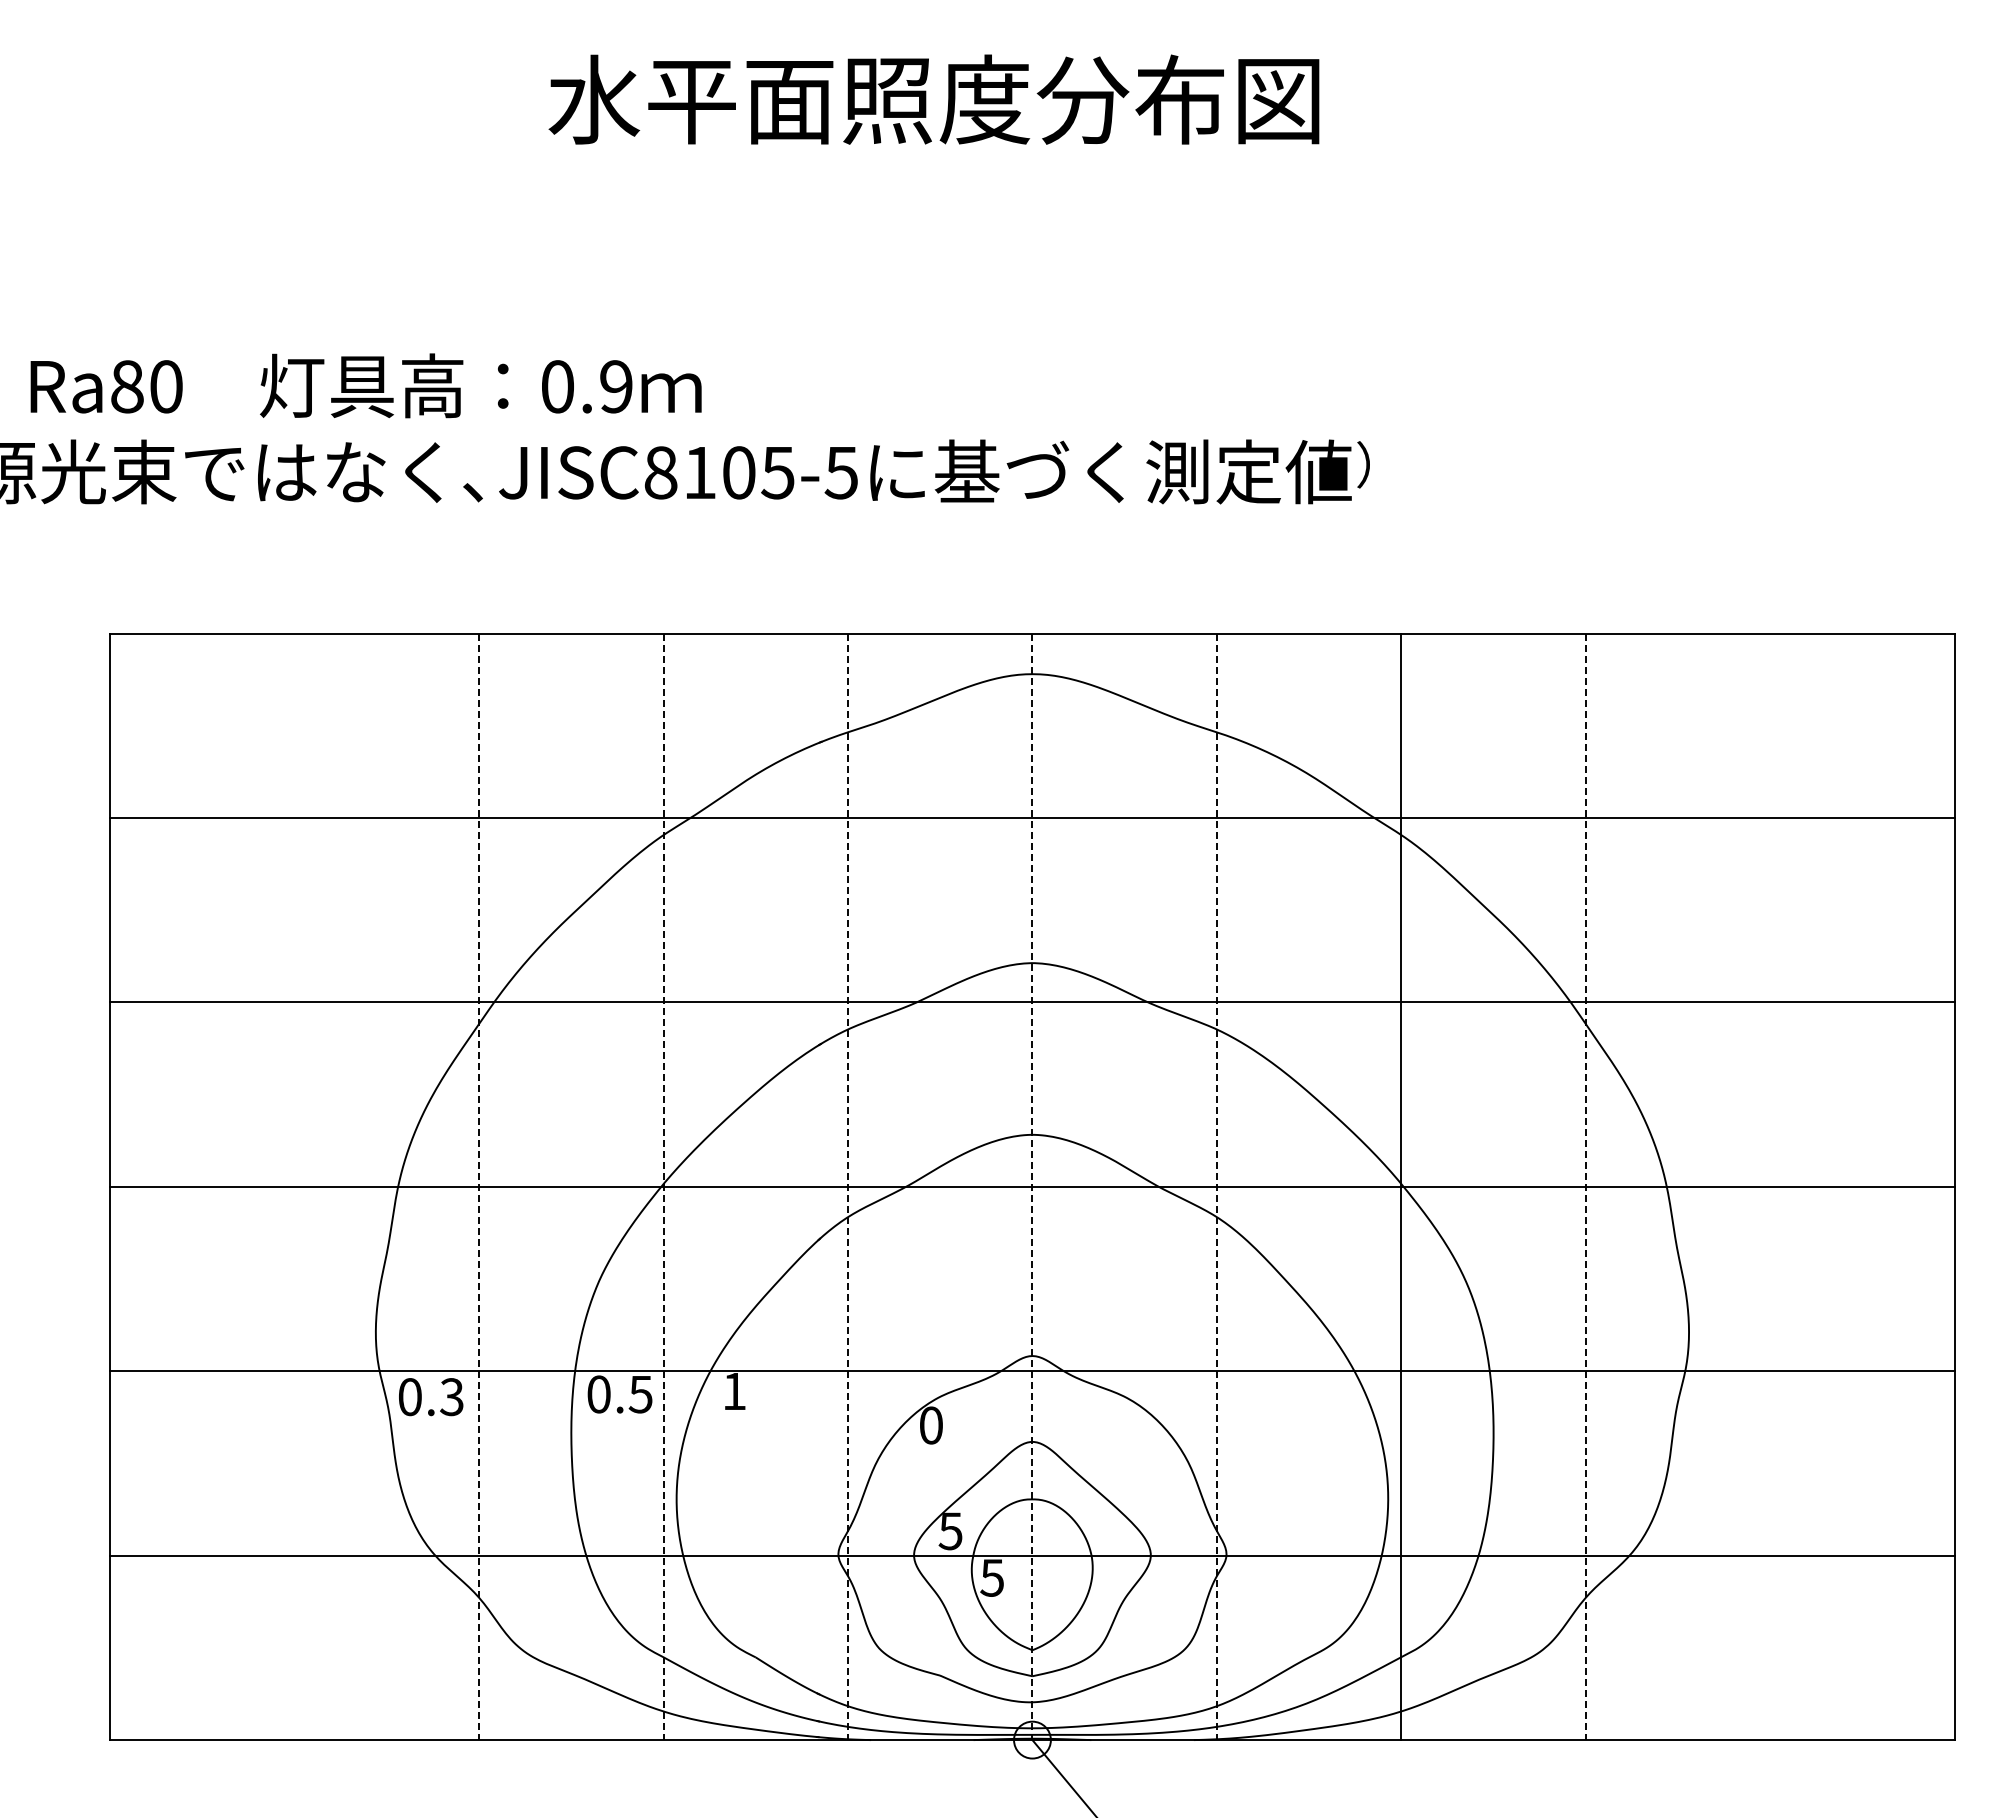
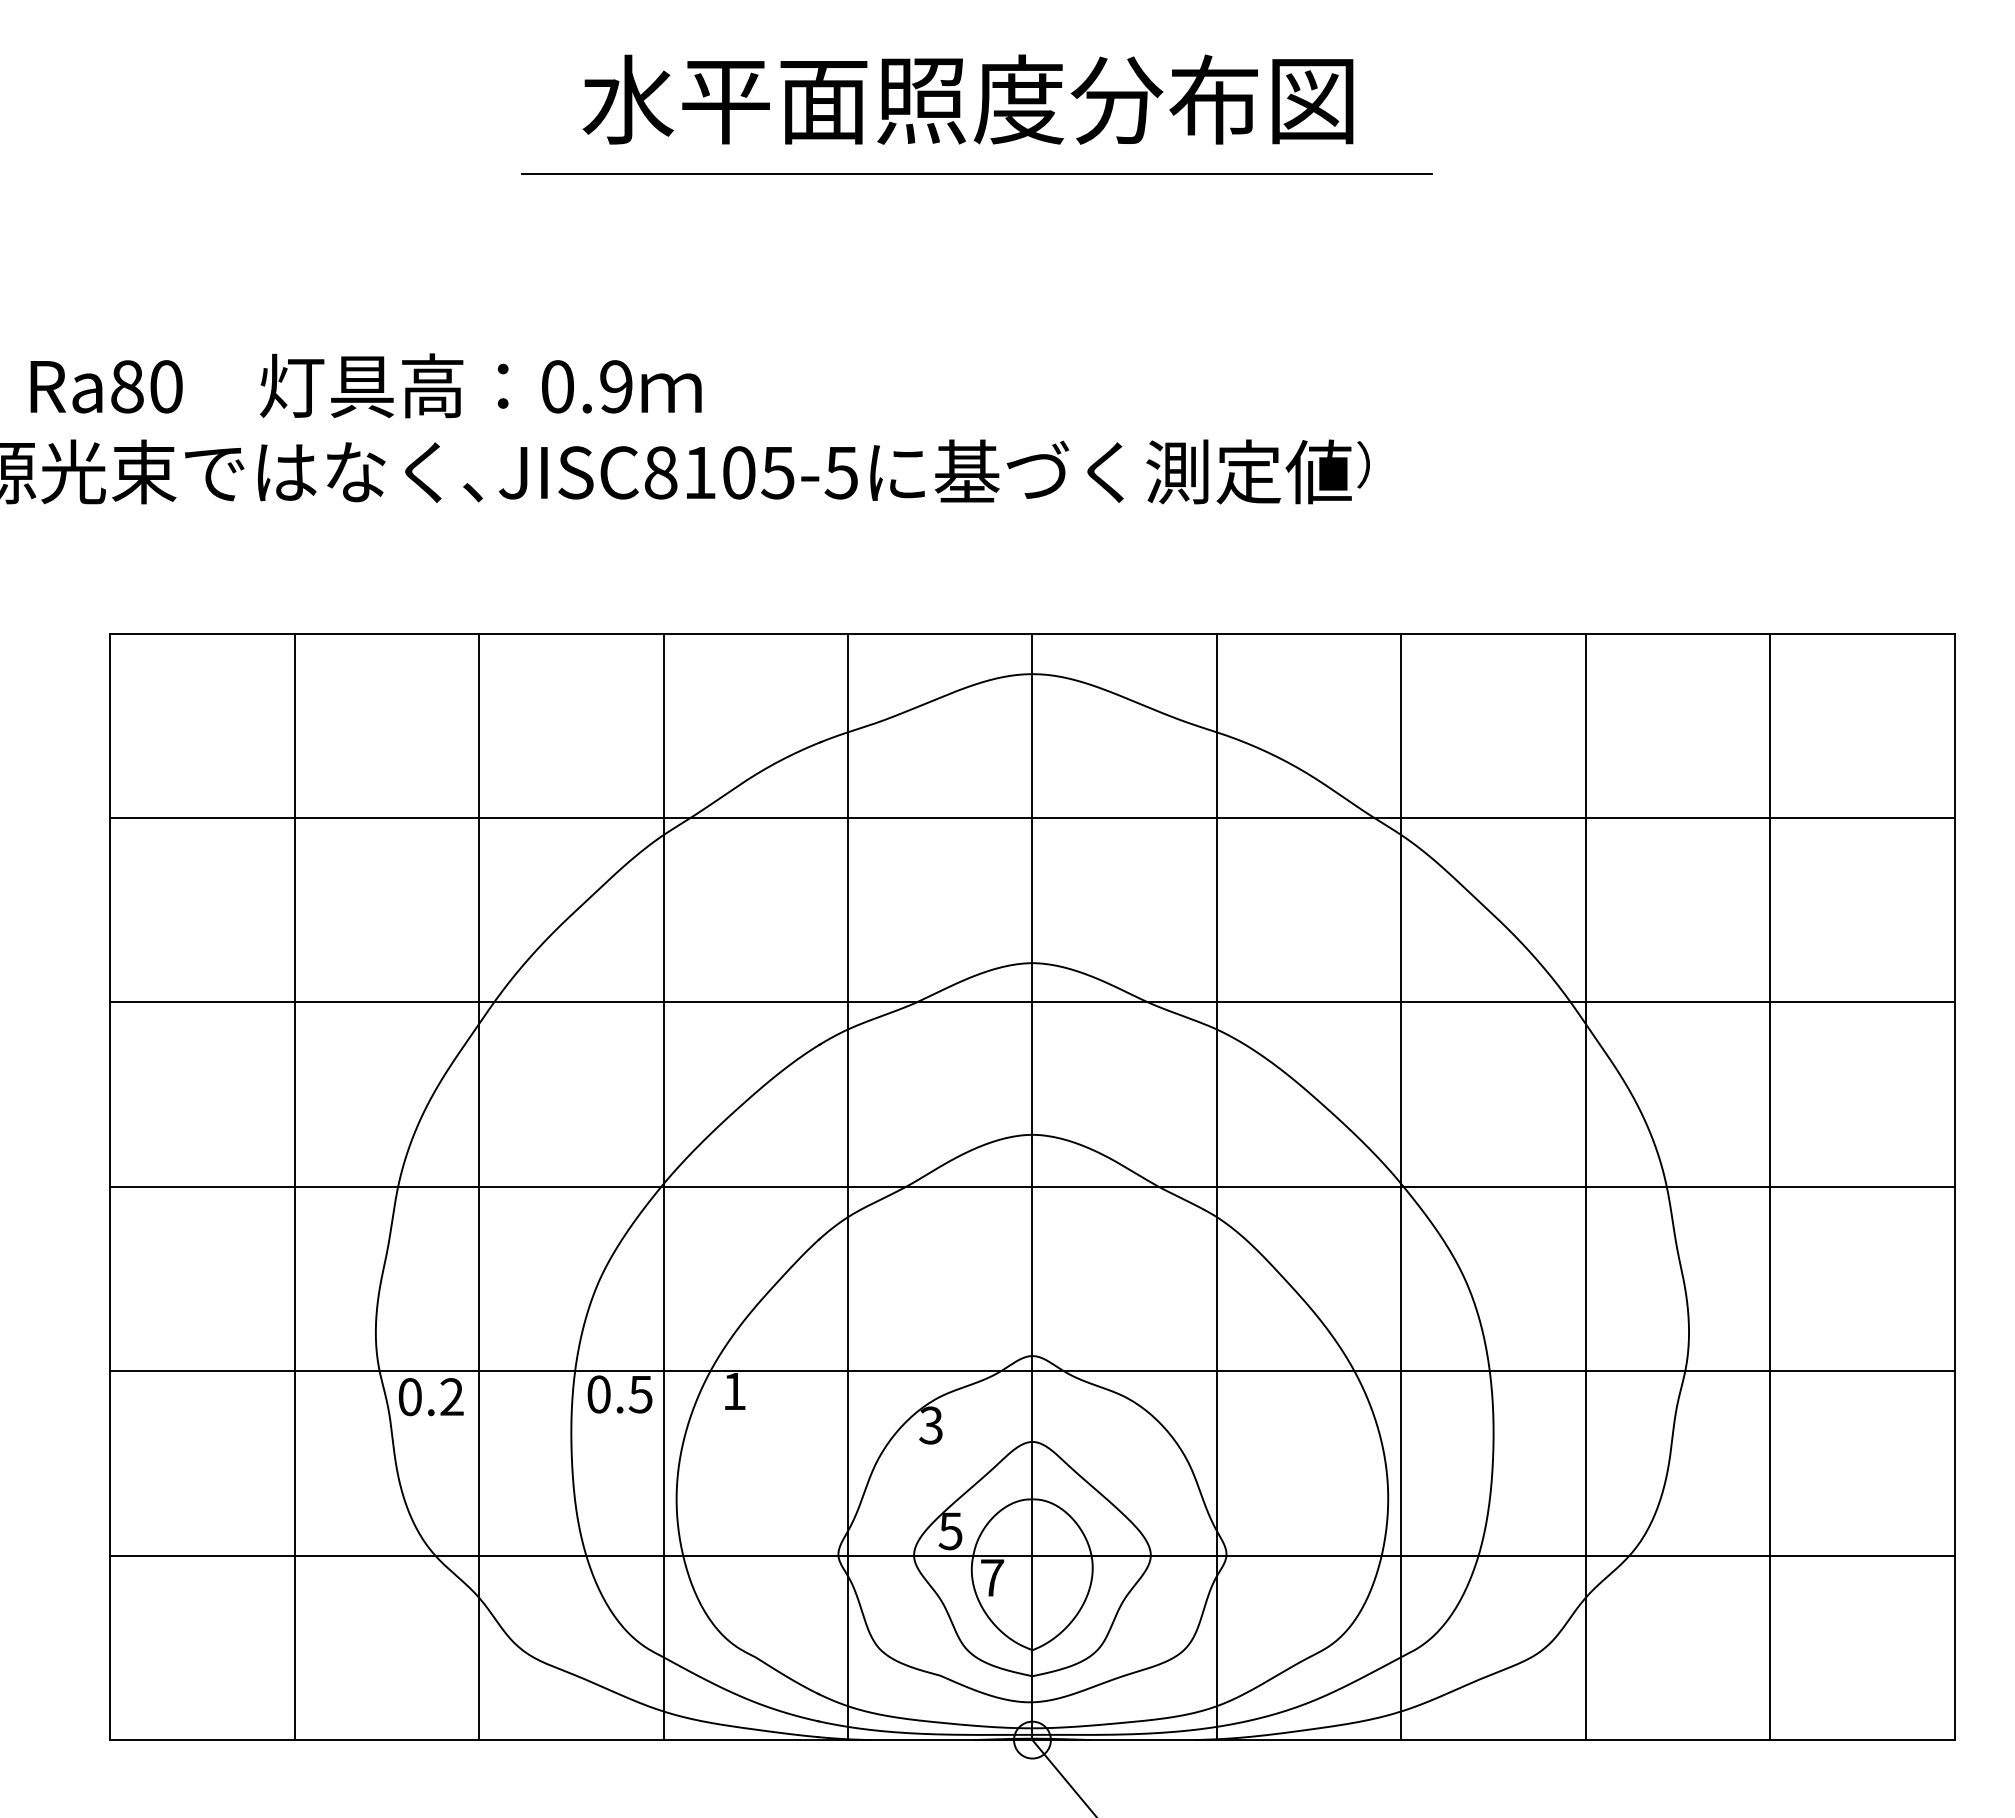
text at (933, 99) position: (933, 99) -> (967, 99)
line at (976, 173): none -> present
line at (294, 1186): none -> present
line at (1770, 1186): none -> present
line at (479, 1187): dashed -> solid
line at (663, 1187): dashed -> solid
line at (848, 1187): dashed -> solid
line at (1032, 1187): dashed -> solid
line at (1216, 1187): dashed -> solid
line at (1585, 1187): dashed -> solid
text at (451, 1397): 0.3 -> 0.2
text at (930, 1425): 0 -> 3
text at (992, 1577): 5 -> 7
